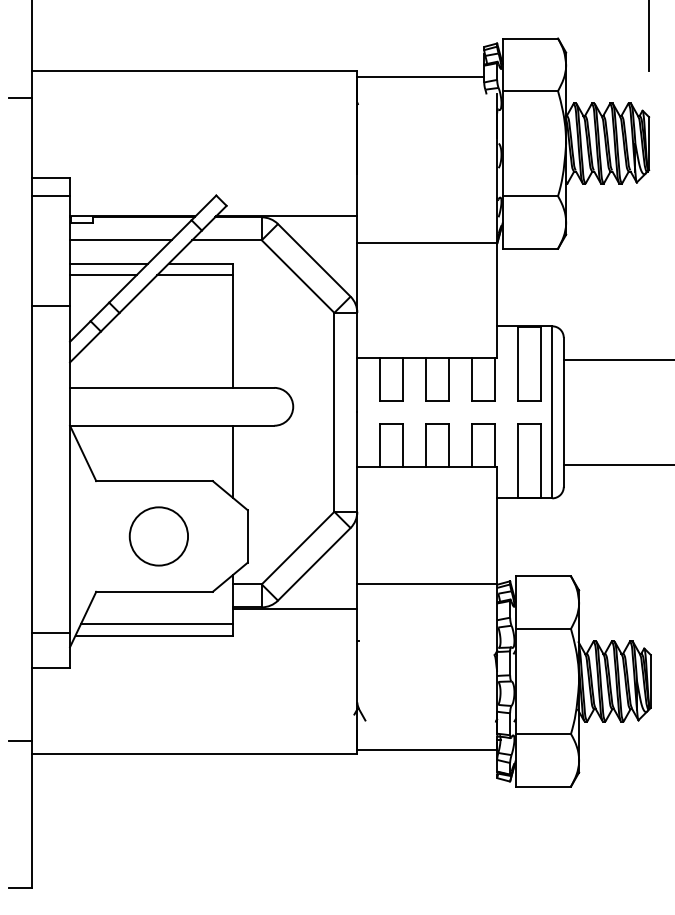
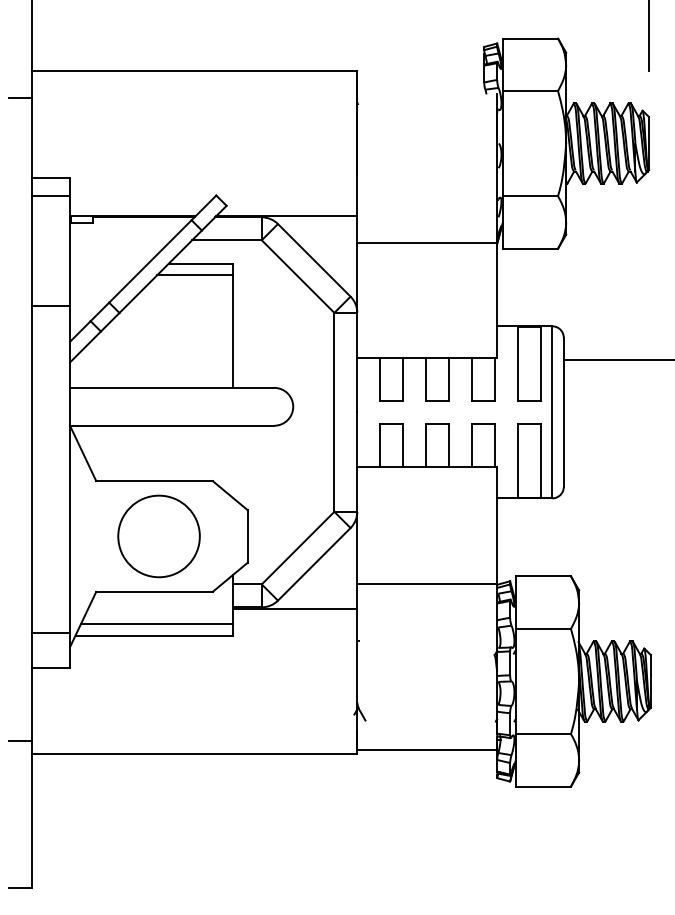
line at (420, 76): present -> none
line at (120, 240): present -> none
line at (109, 263): present -> none
line at (103, 275): present -> none
line at (233, 461): present -> none
line at (617, 464): present -> none
circle at (158, 536) size: 61x61 px -> 84x85 px
